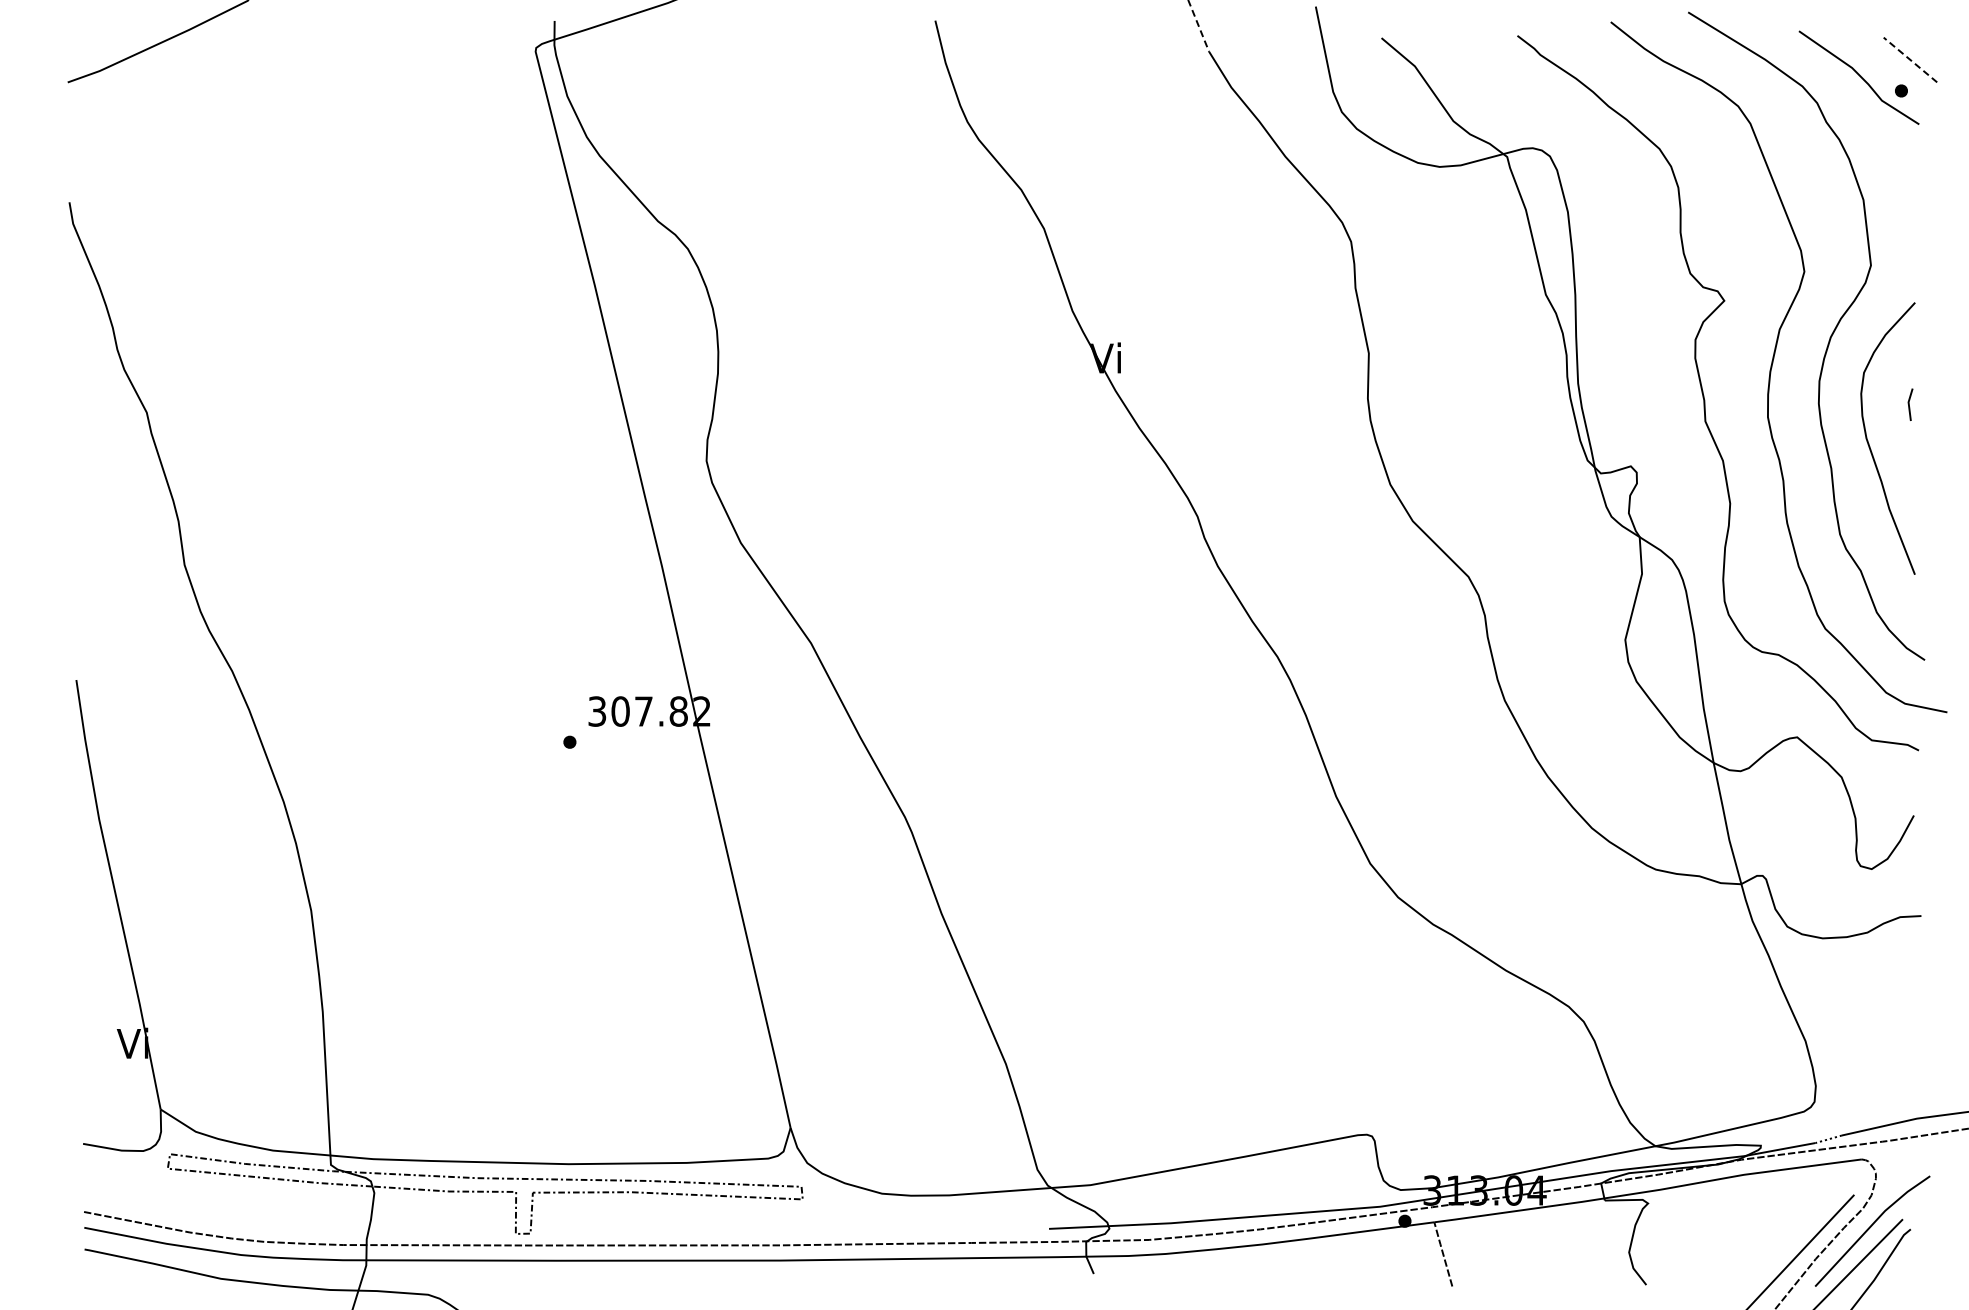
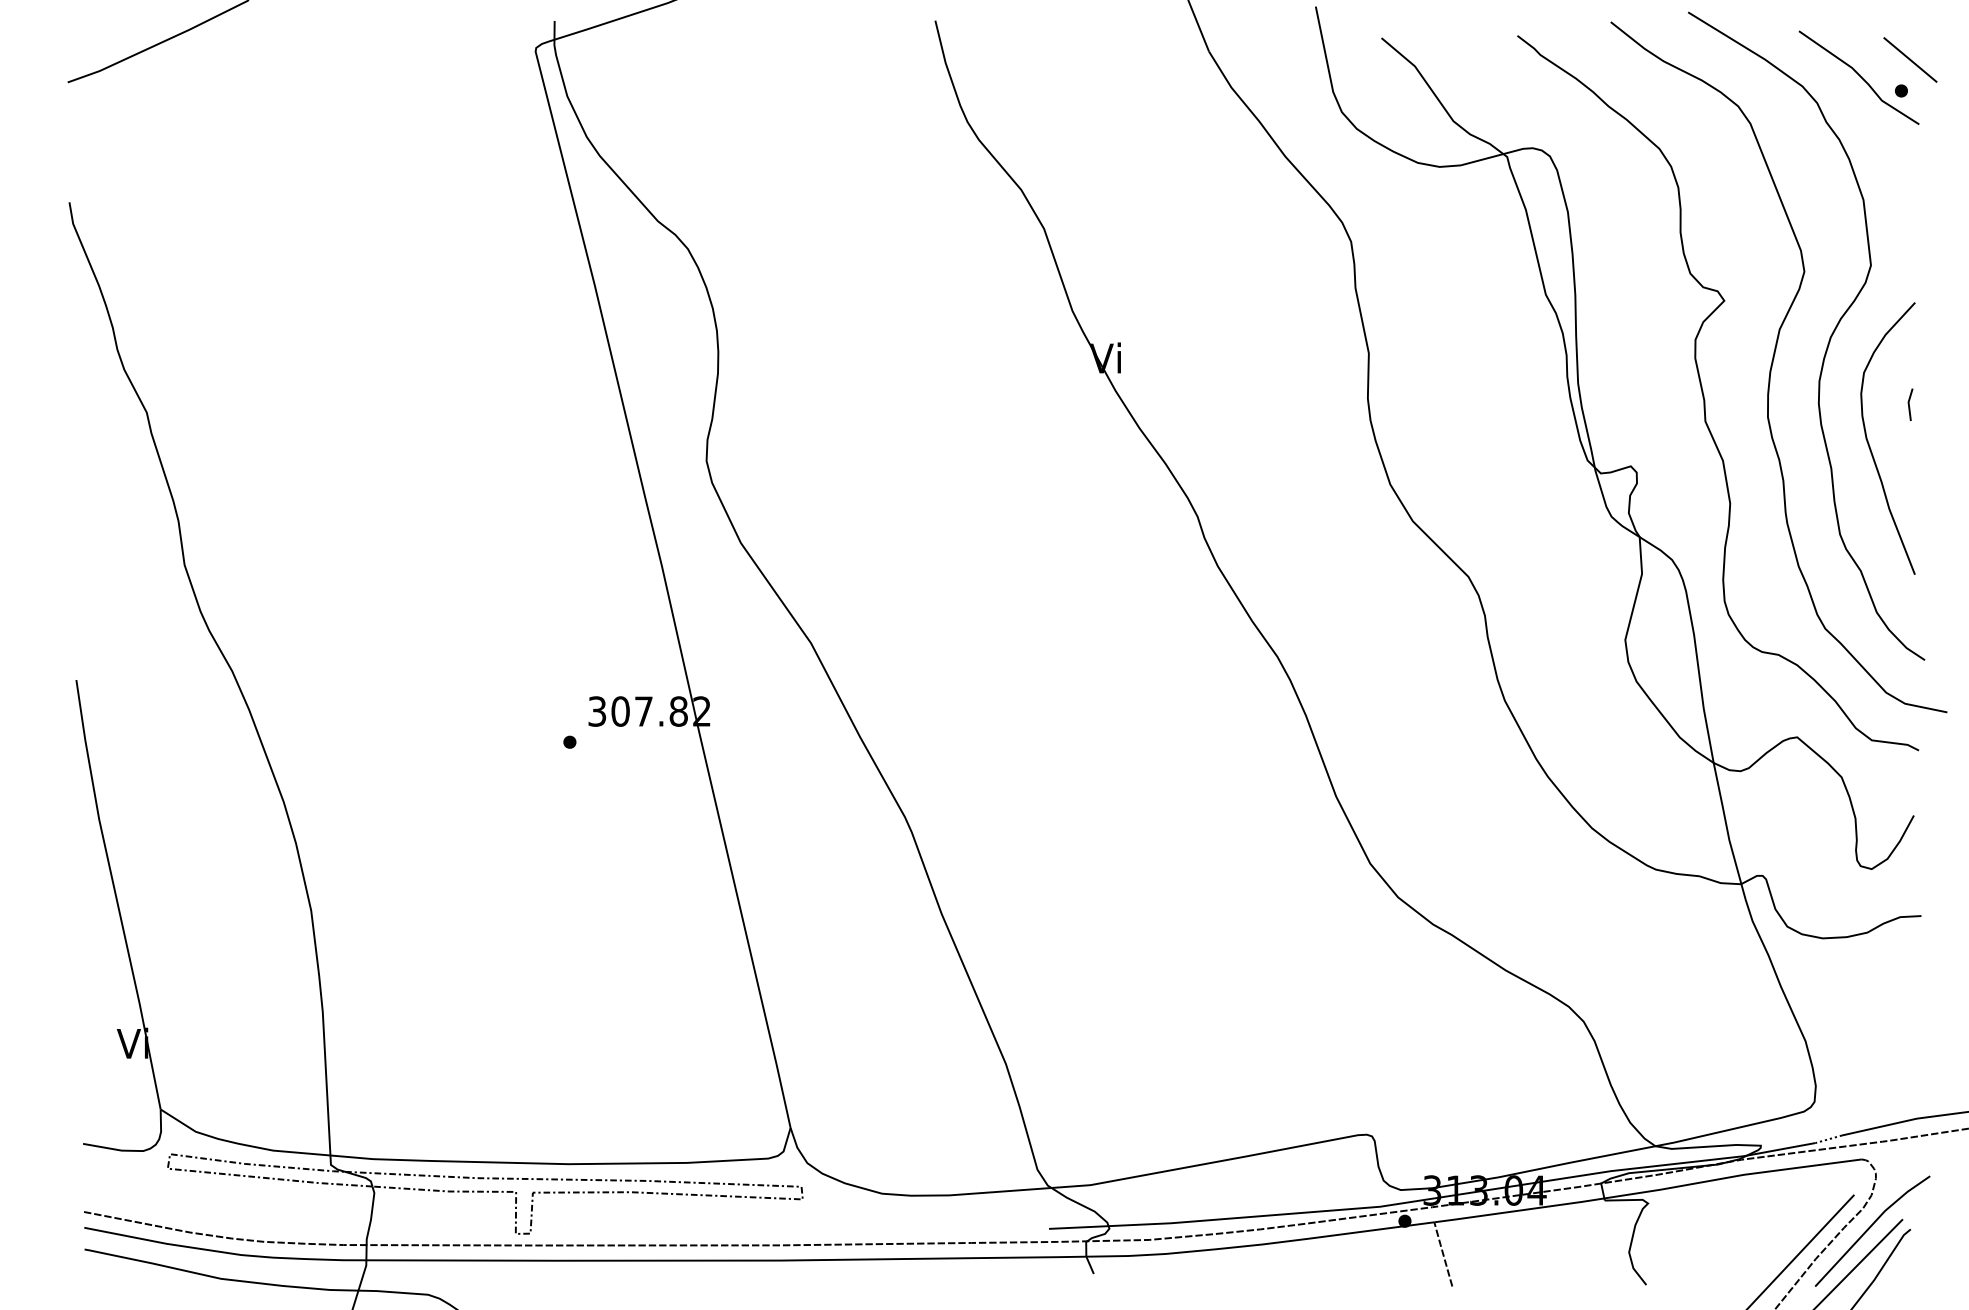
line at (1198, 26): dashed -> solid
line at (1910, 60): dashed -> solid
